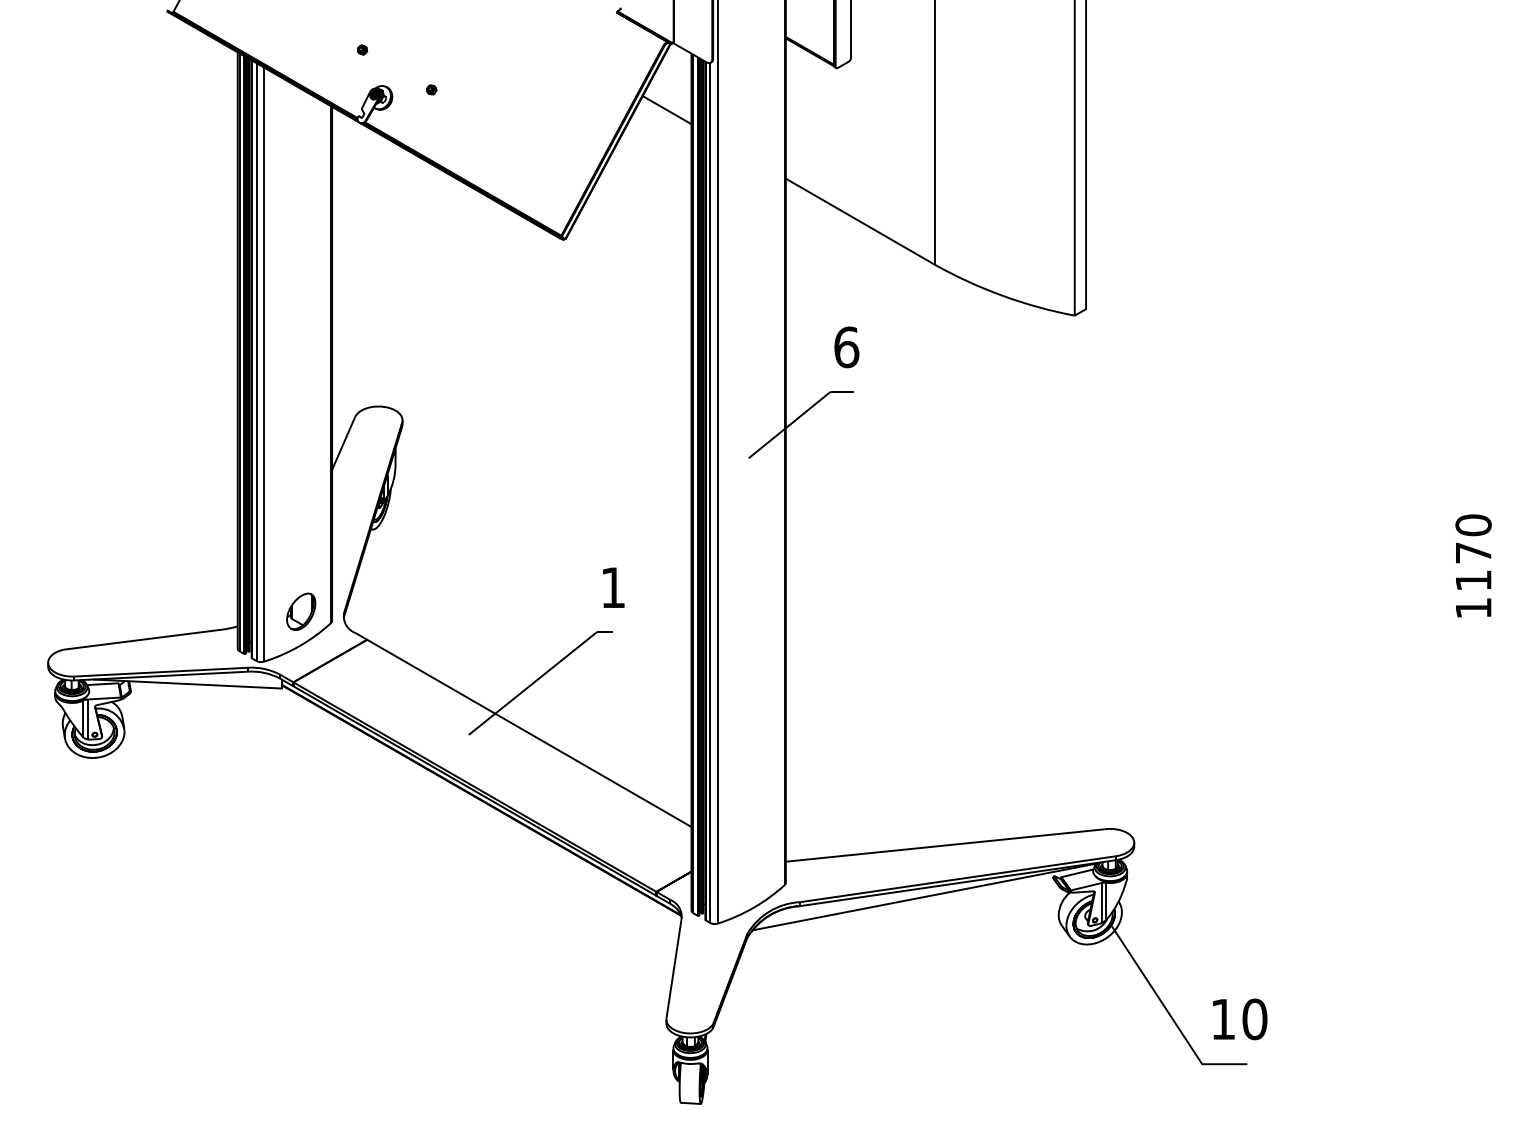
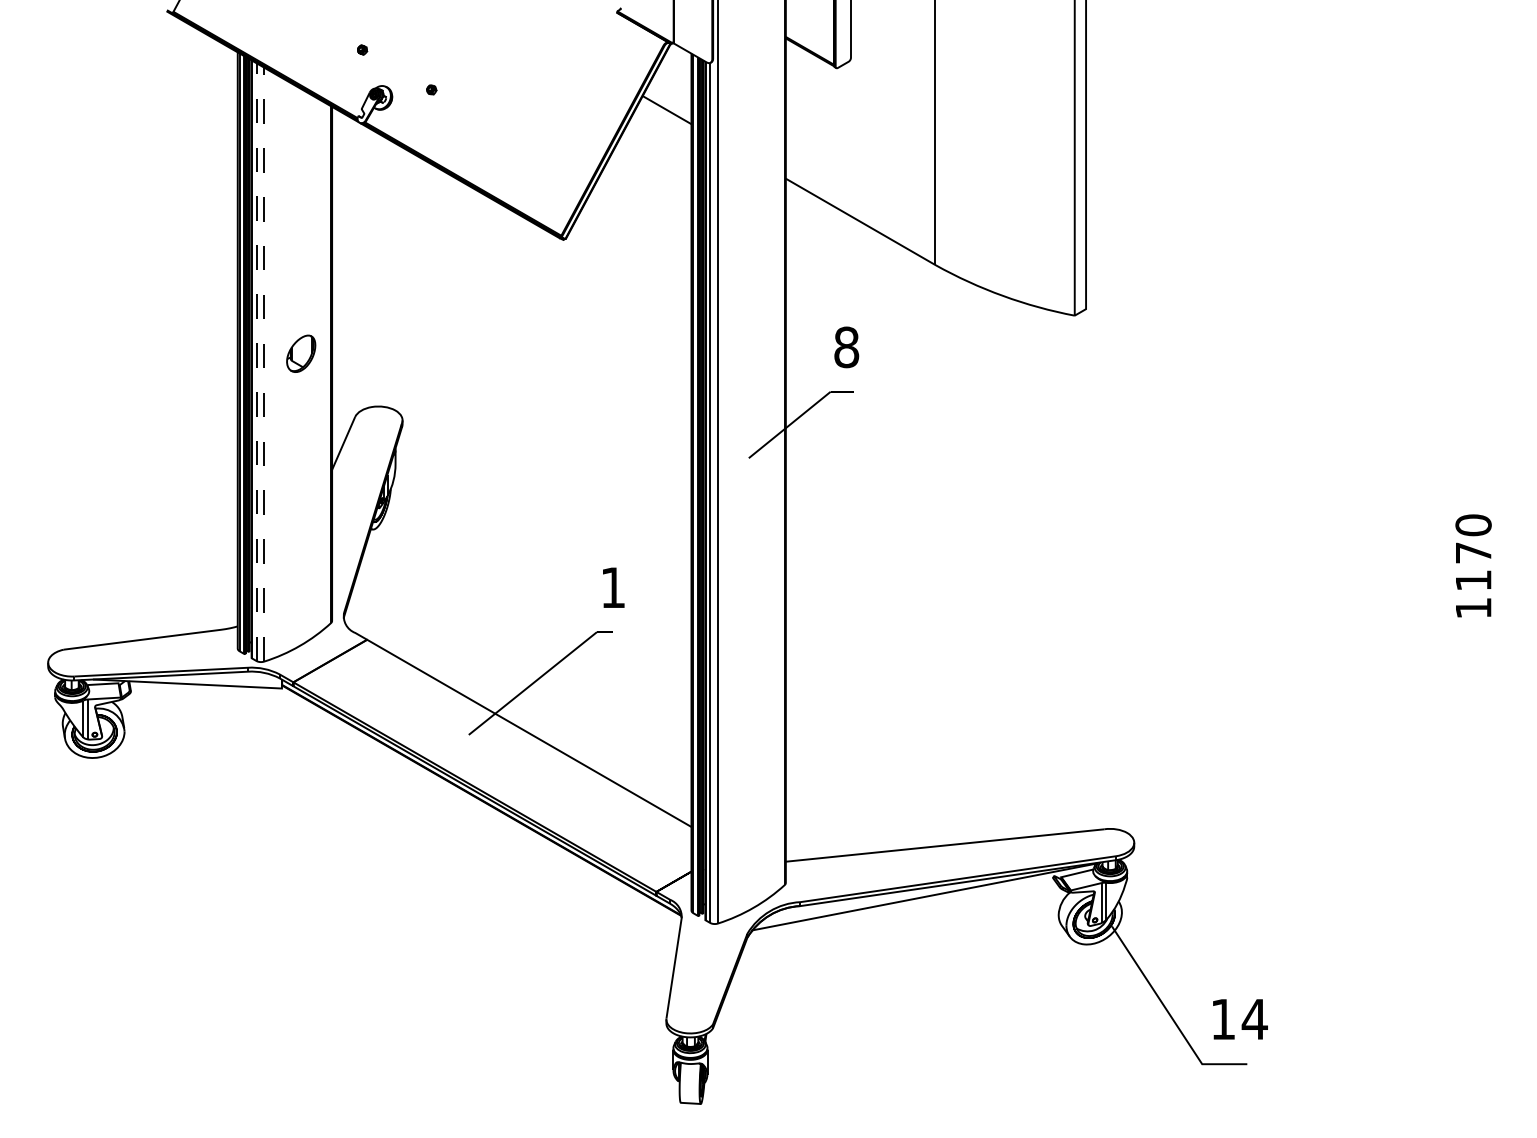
text at (846, 347): 6 -> 8
line at (256, 362): solid -> dashed
line at (264, 364): solid -> dashed
part at (301, 611) position: (301, 611) -> (301, 353)
text at (1254, 1019): 10 -> 14
